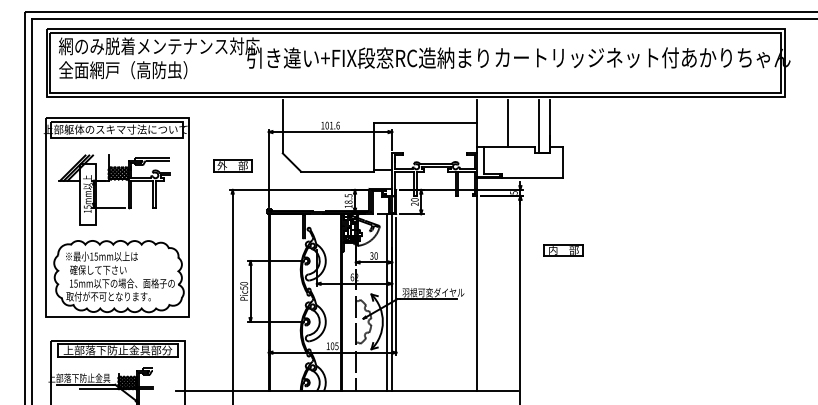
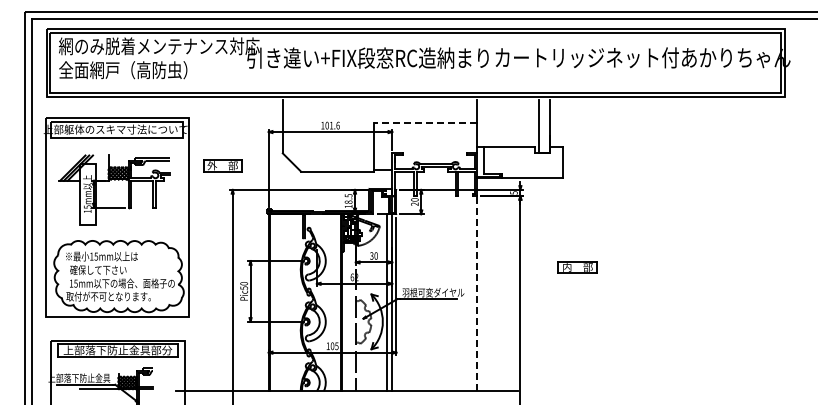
line at (425, 123): solid -> dashed
line at (507, 123): present -> none
part at (232, 165) position: (232, 165) -> (222, 165)
part at (563, 250) position: (563, 250) -> (577, 267)
line at (477, 293): solid -> dashed
